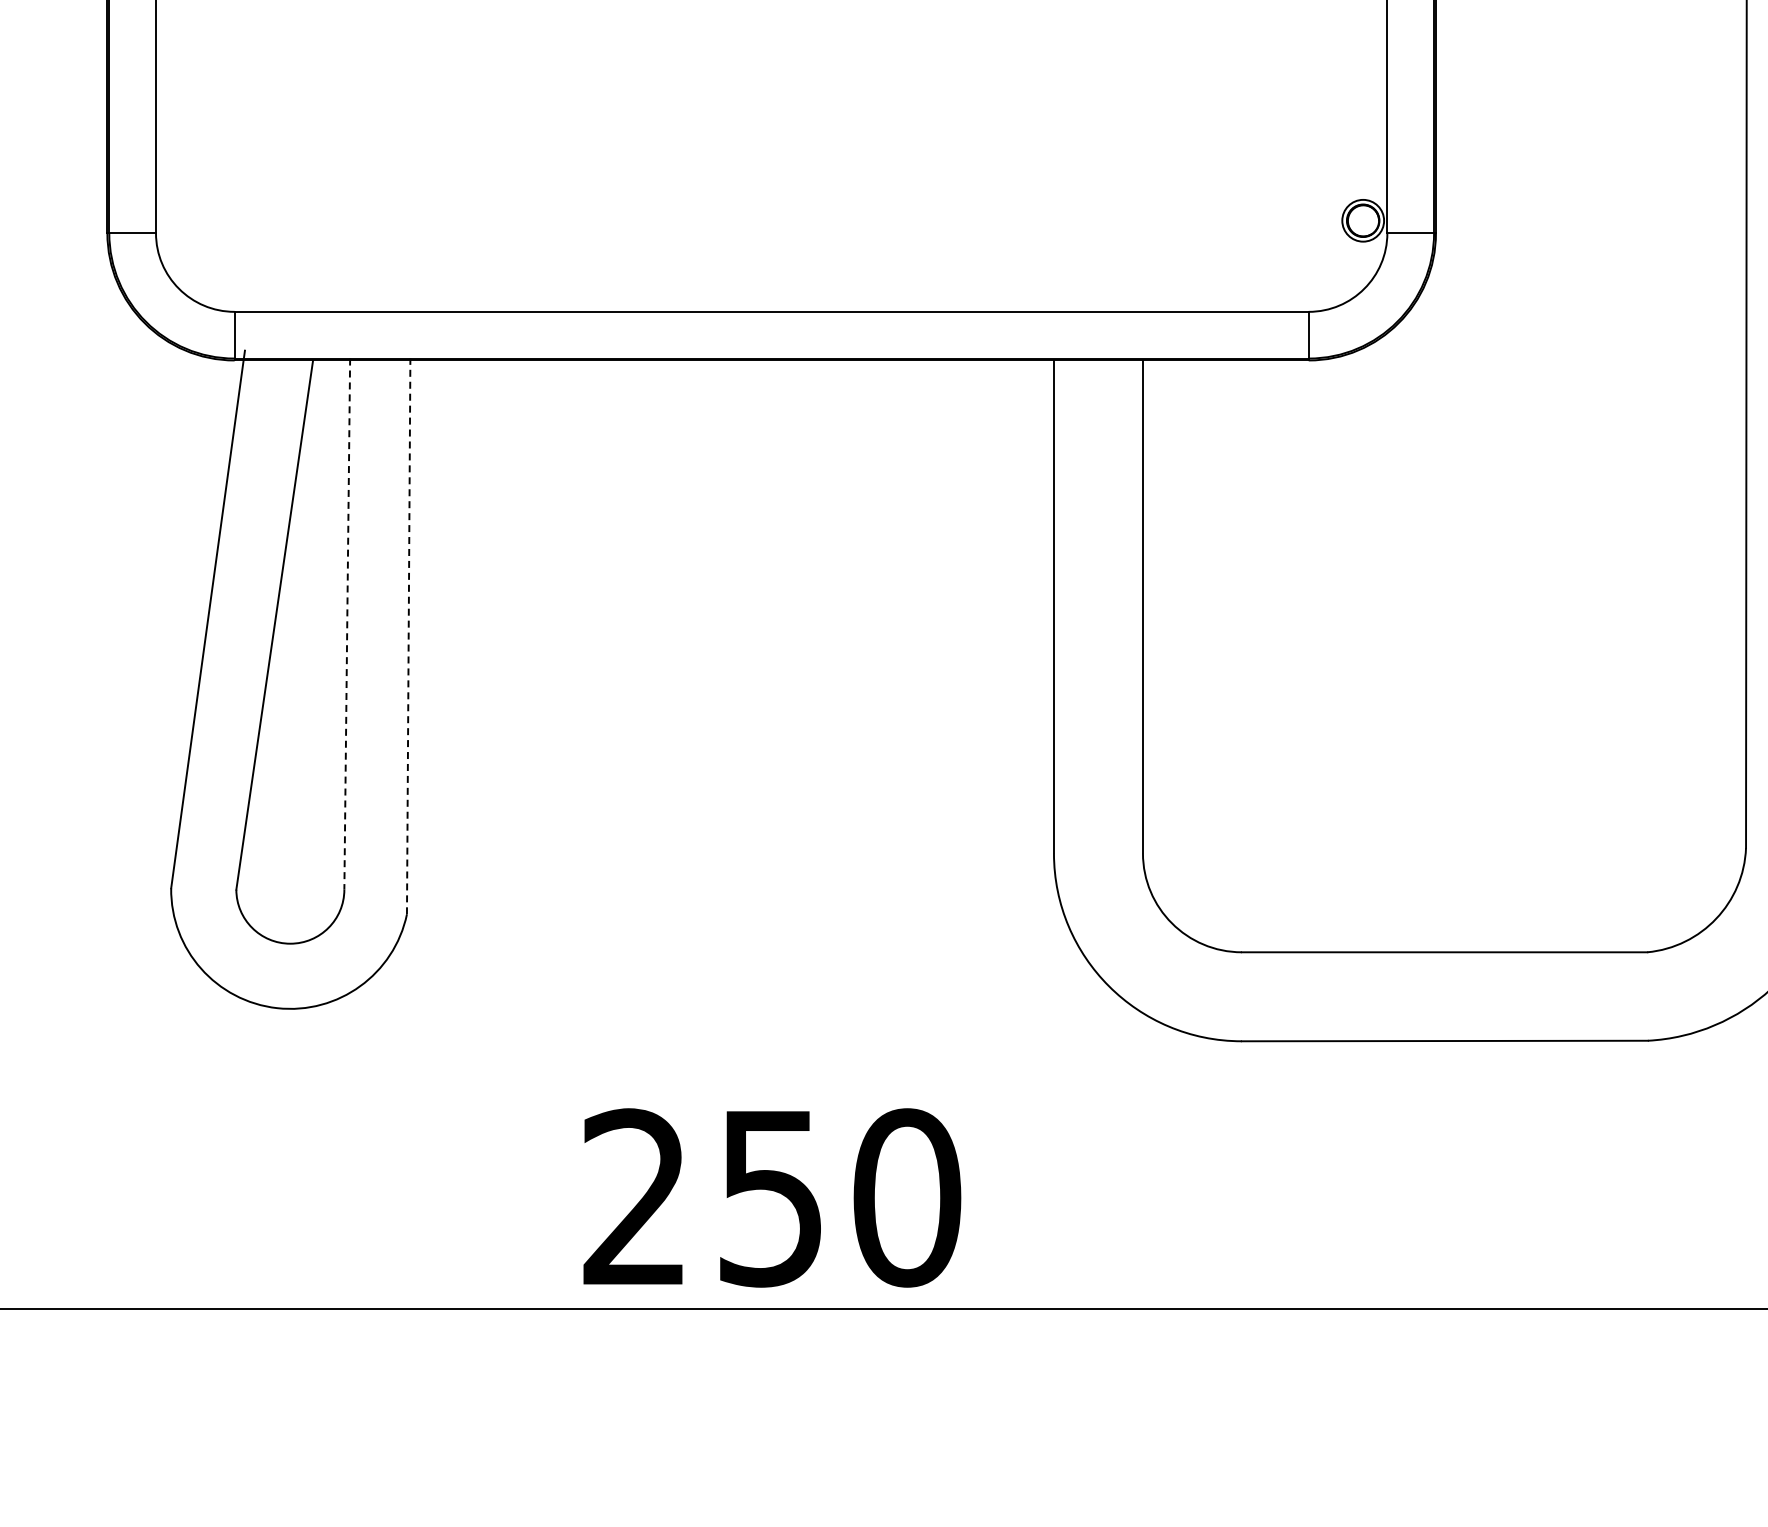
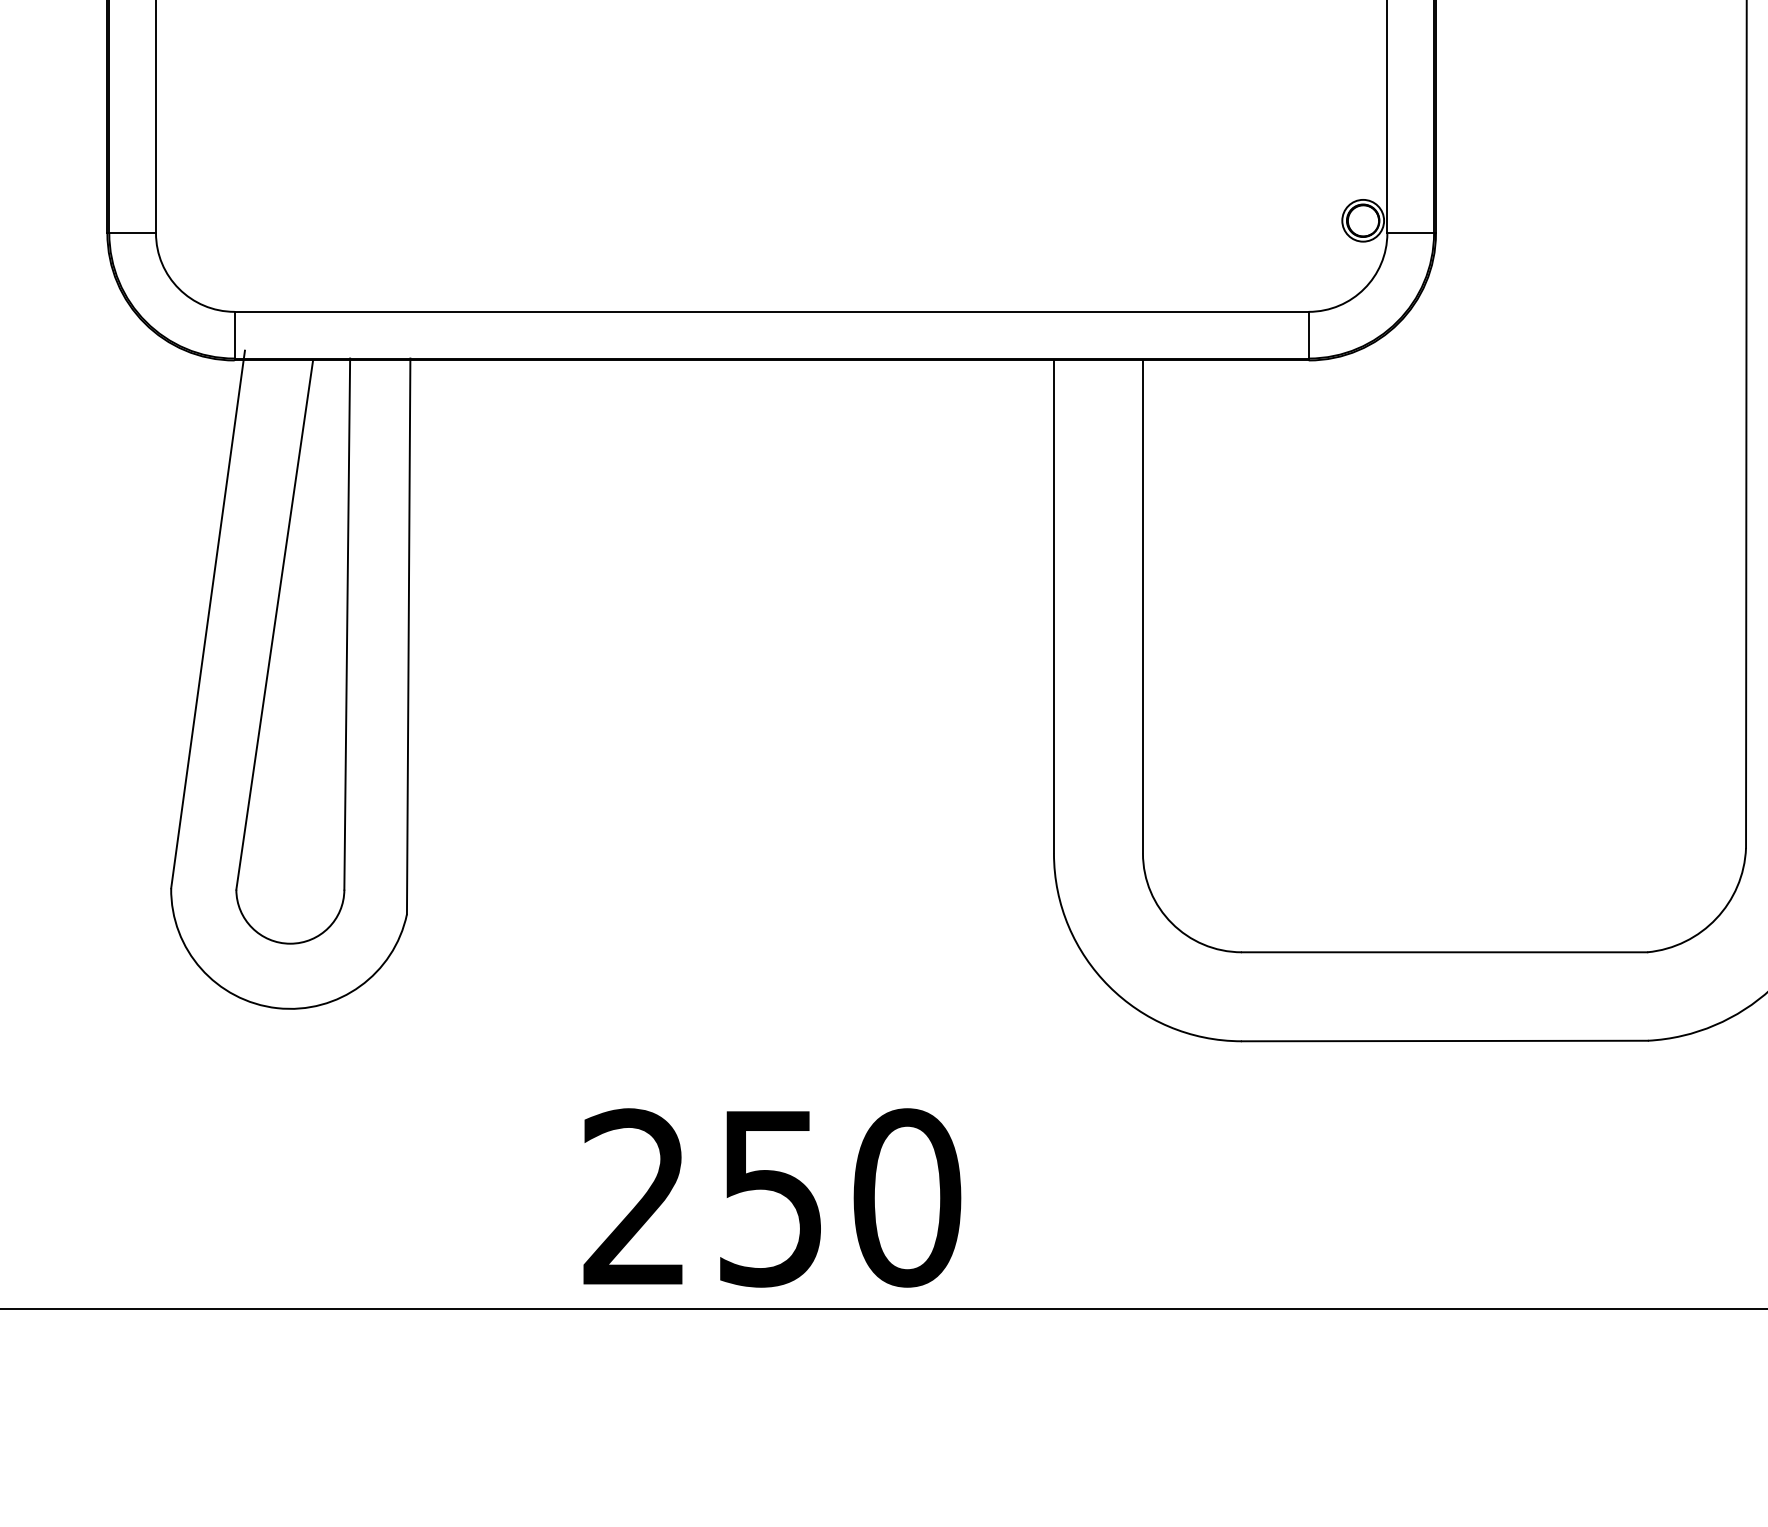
line at (347, 624): dashed -> solid
line at (408, 636): dashed -> solid
